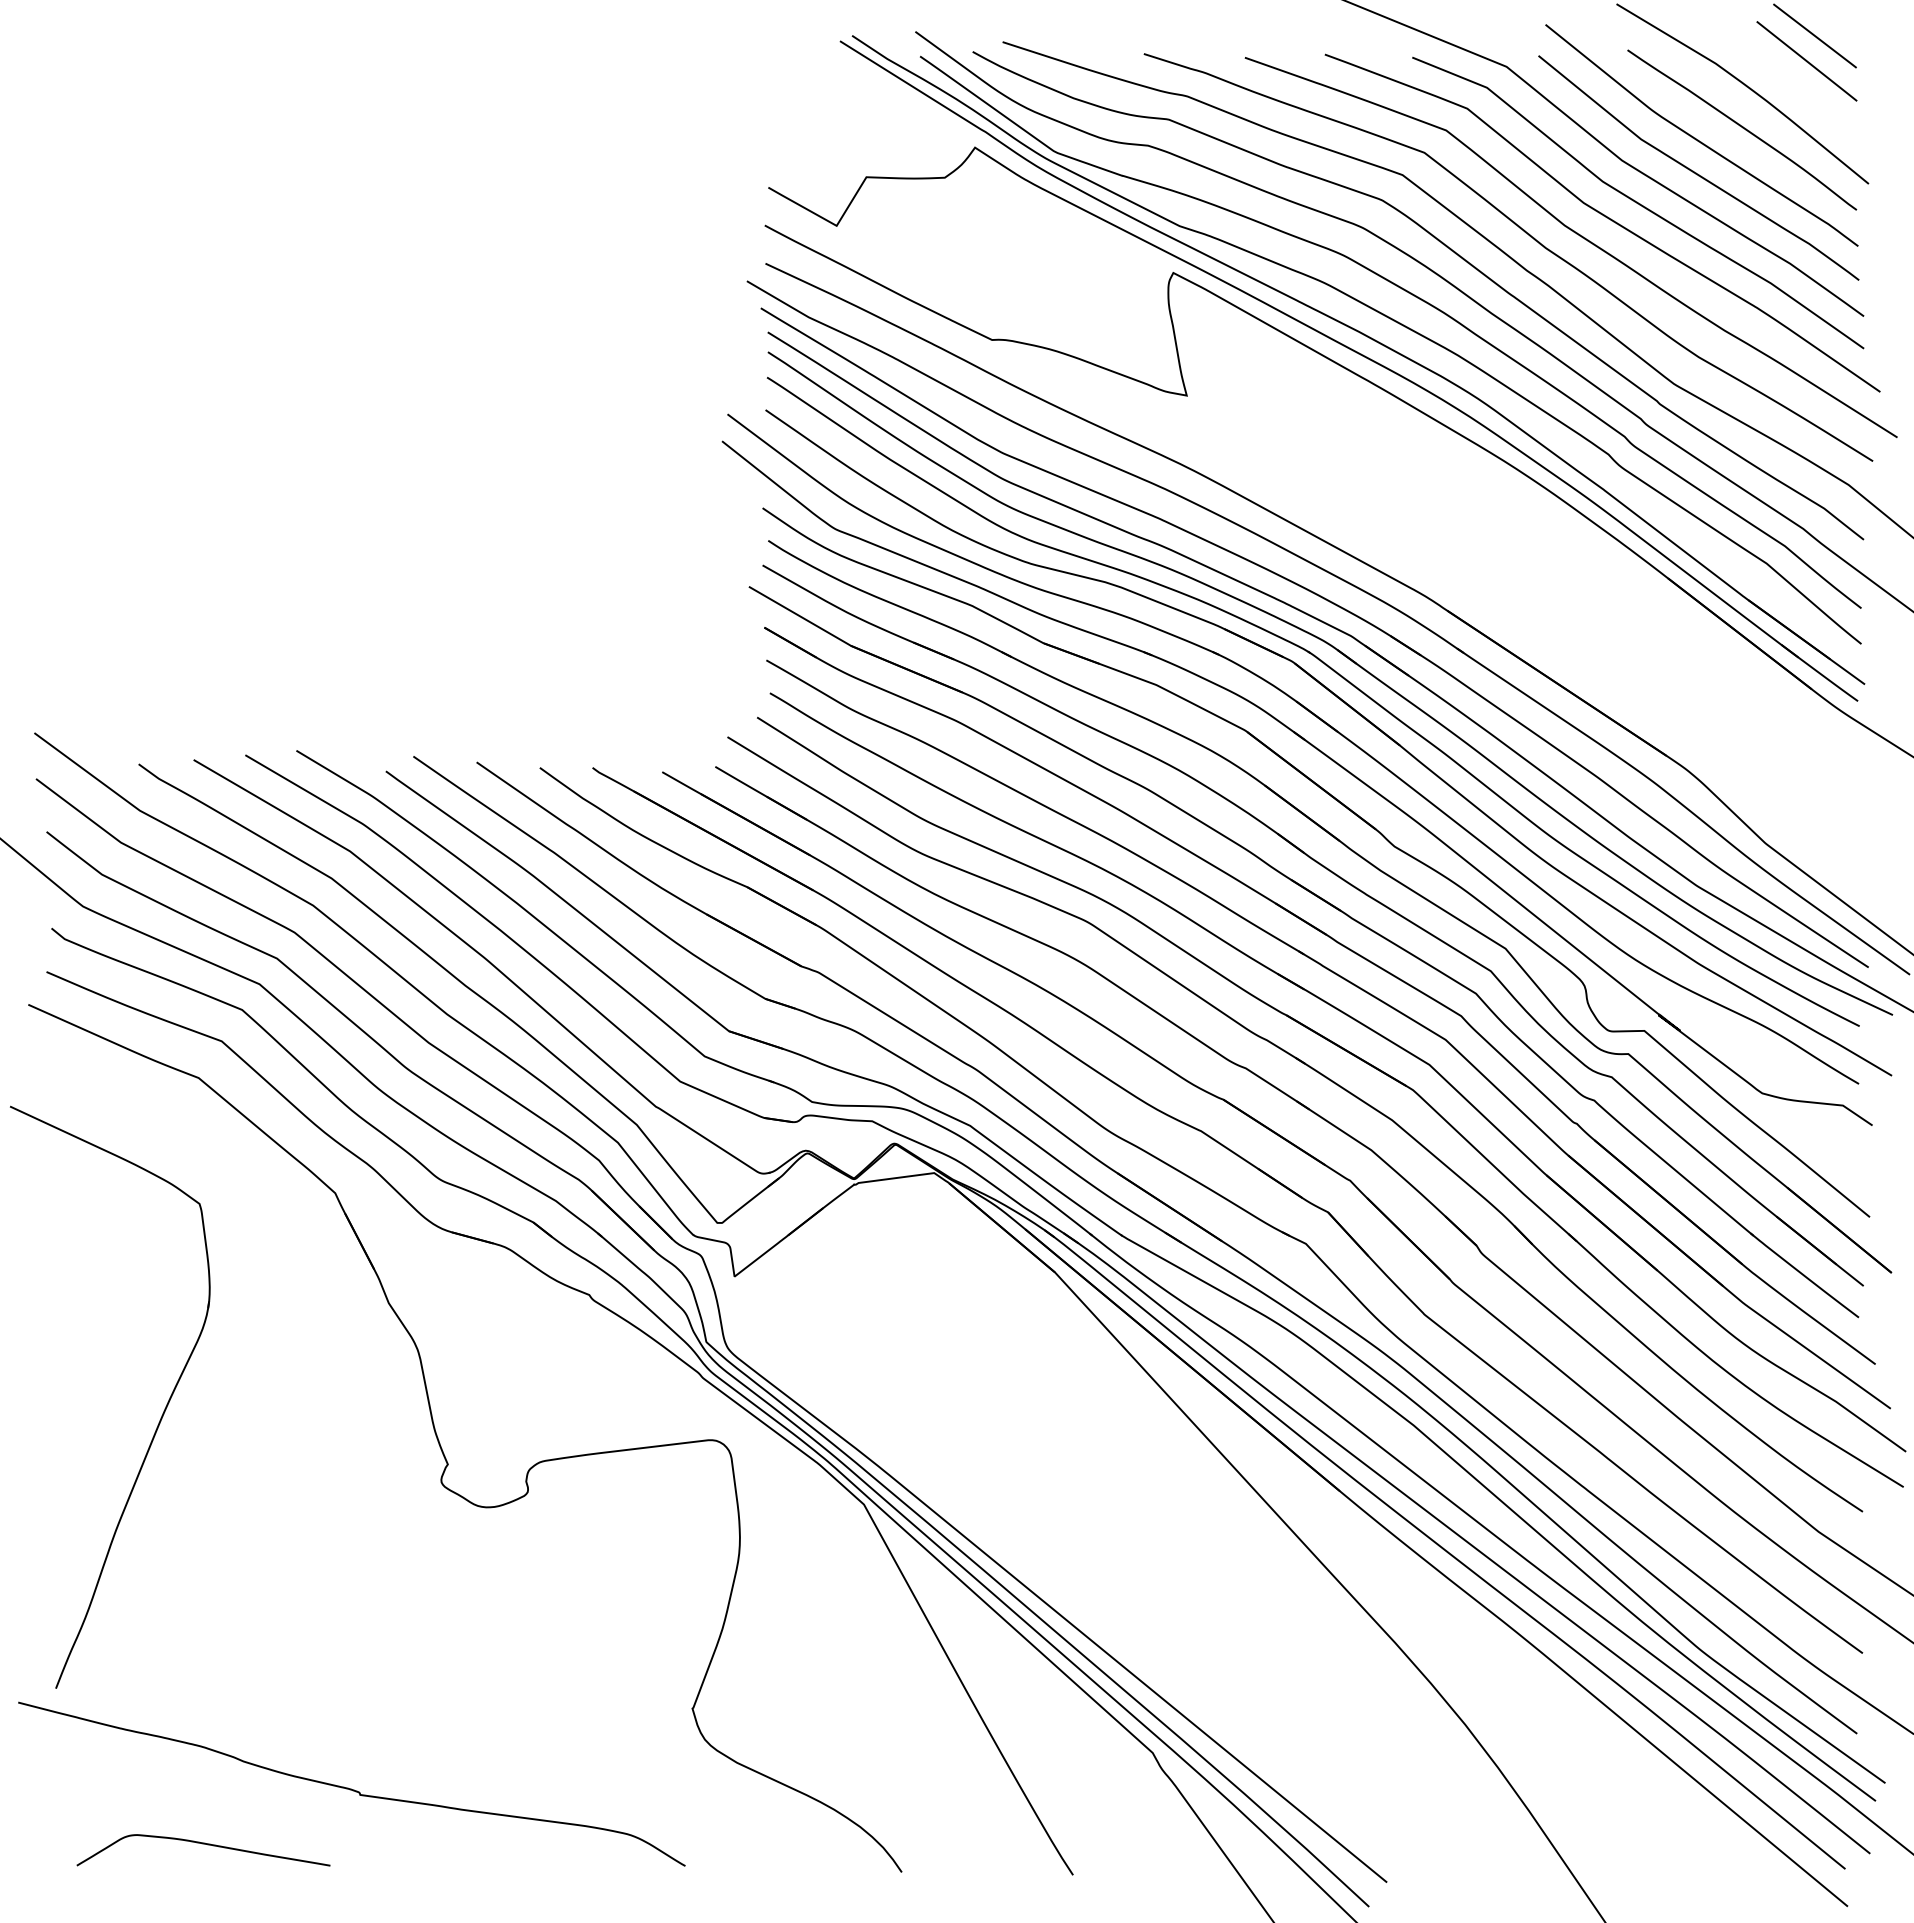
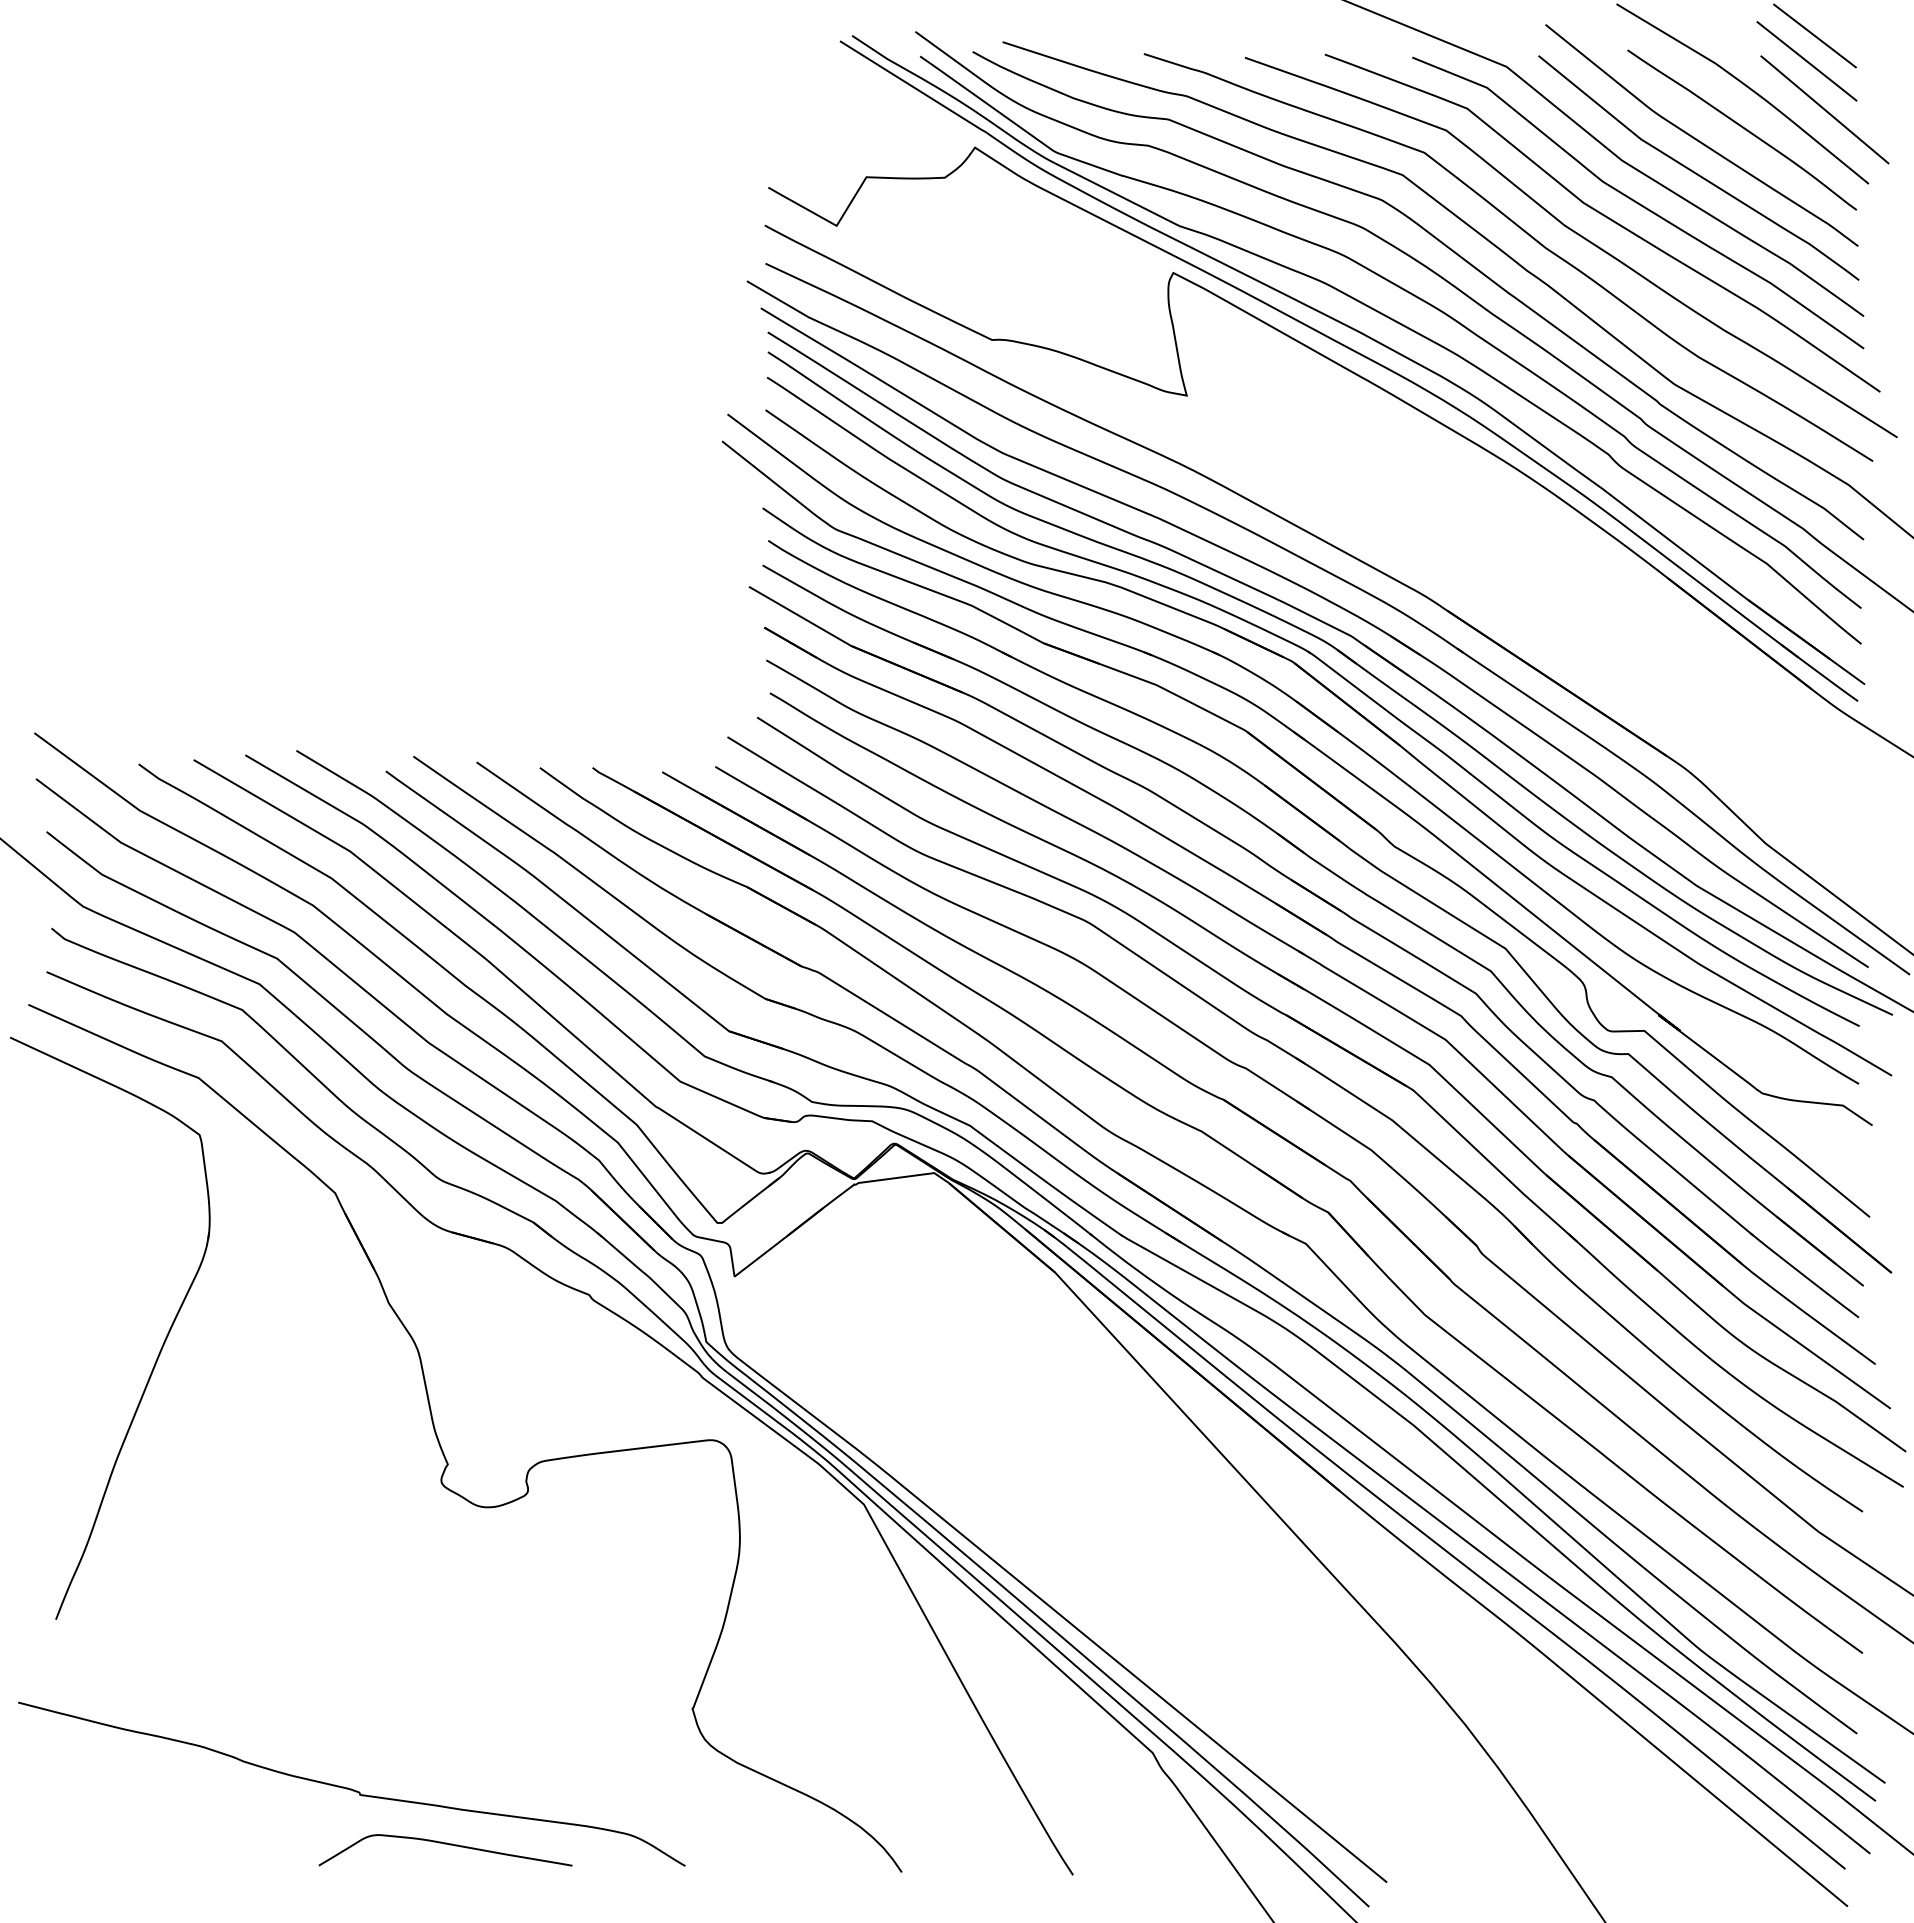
line at (1824, 109): none -> present
part at (160, 1417) position: (160, 1417) -> (160, 1348)
curve at (203, 1844) position: (203, 1844) -> (445, 1844)
